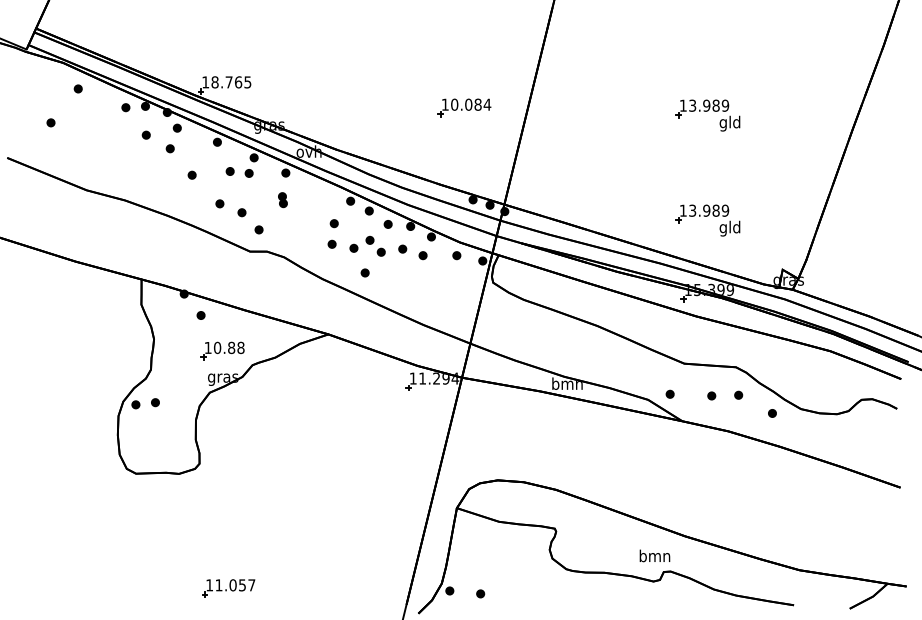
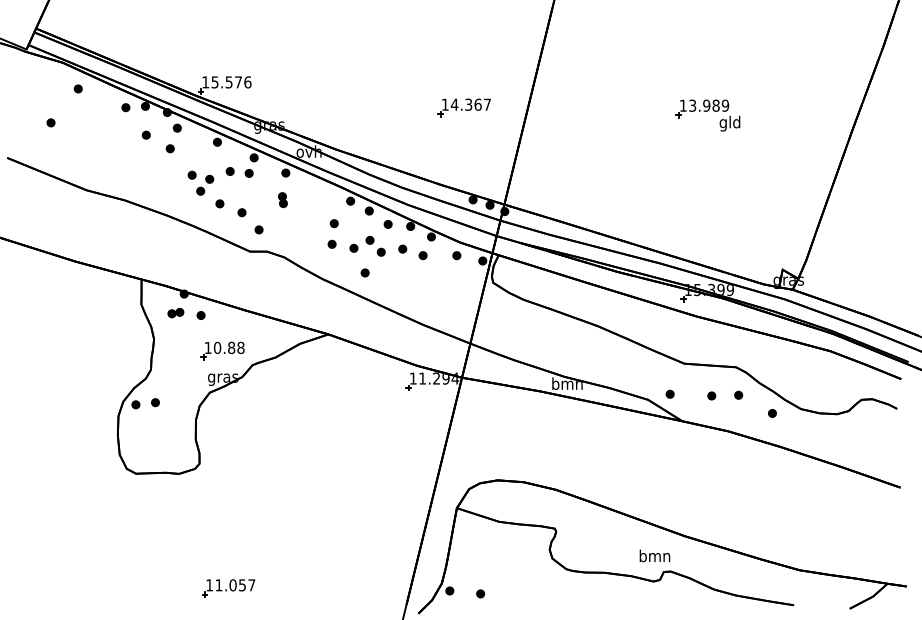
text at (231, 82): 18.765 -> 15.576
text at (470, 104): 10.084 -> 14.367
part at (205, 184): none -> present
part at (707, 220): present -> none
part at (175, 312): none -> present
